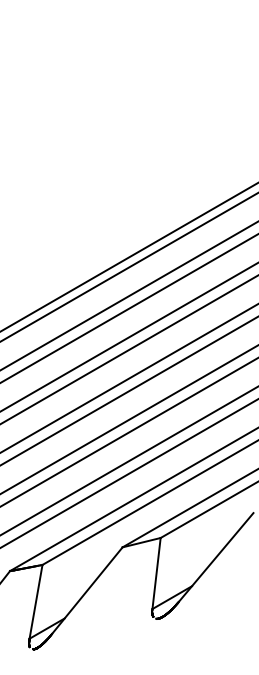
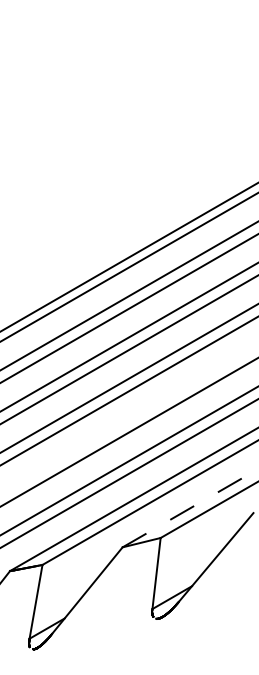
line at (128, 419): present -> none
line at (190, 507): solid -> dashed
